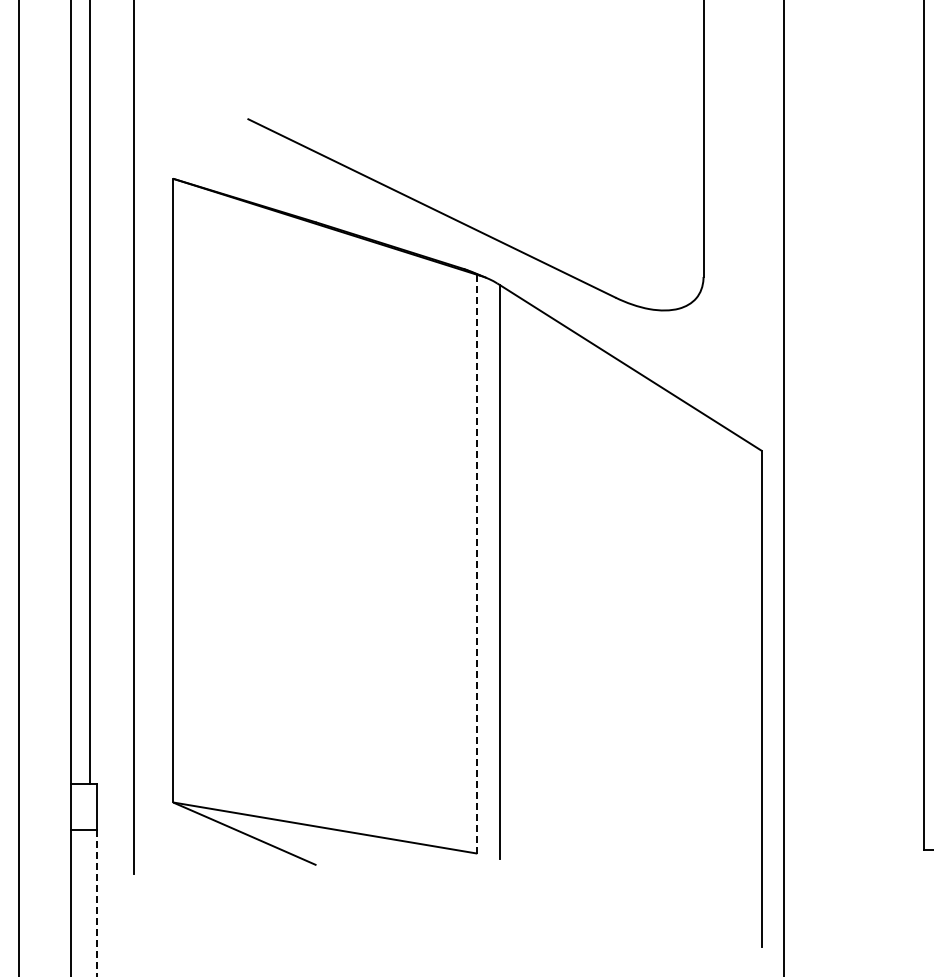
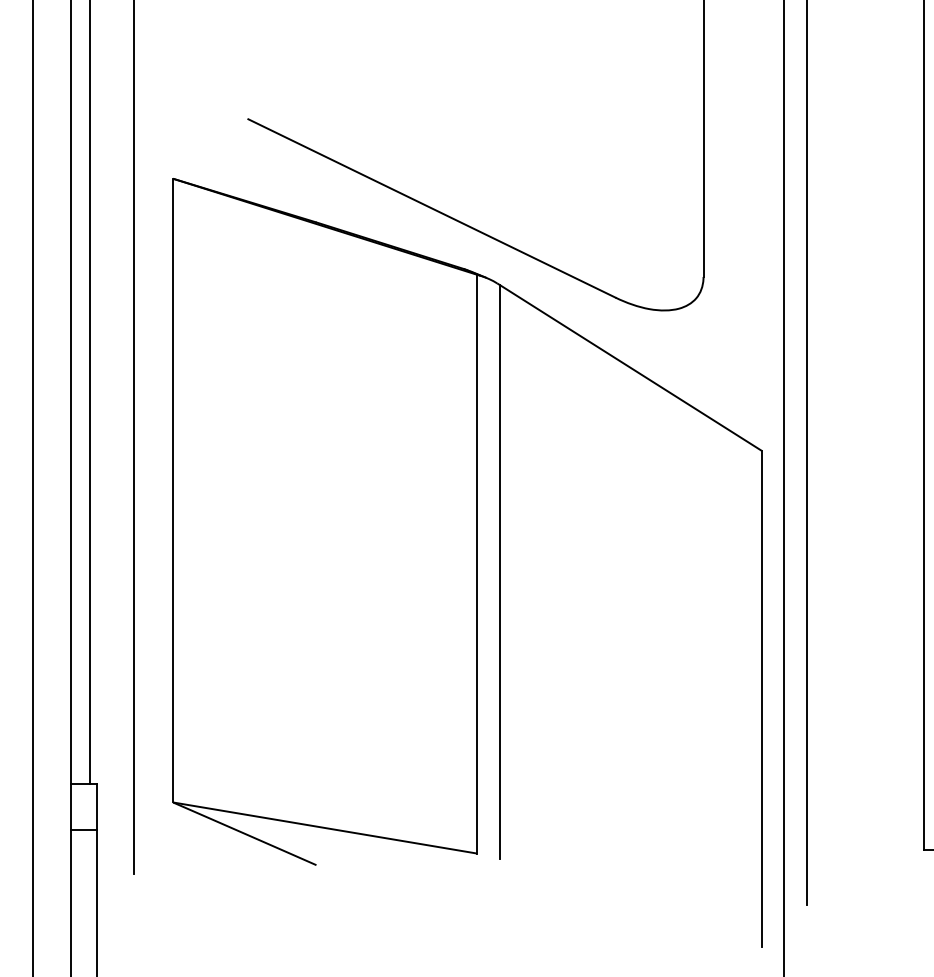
line at (806, 453): none -> present
line at (18, 487) position: (18, 487) -> (32, 487)
line at (477, 563): dashed -> solid
line at (97, 903): dashed -> solid
